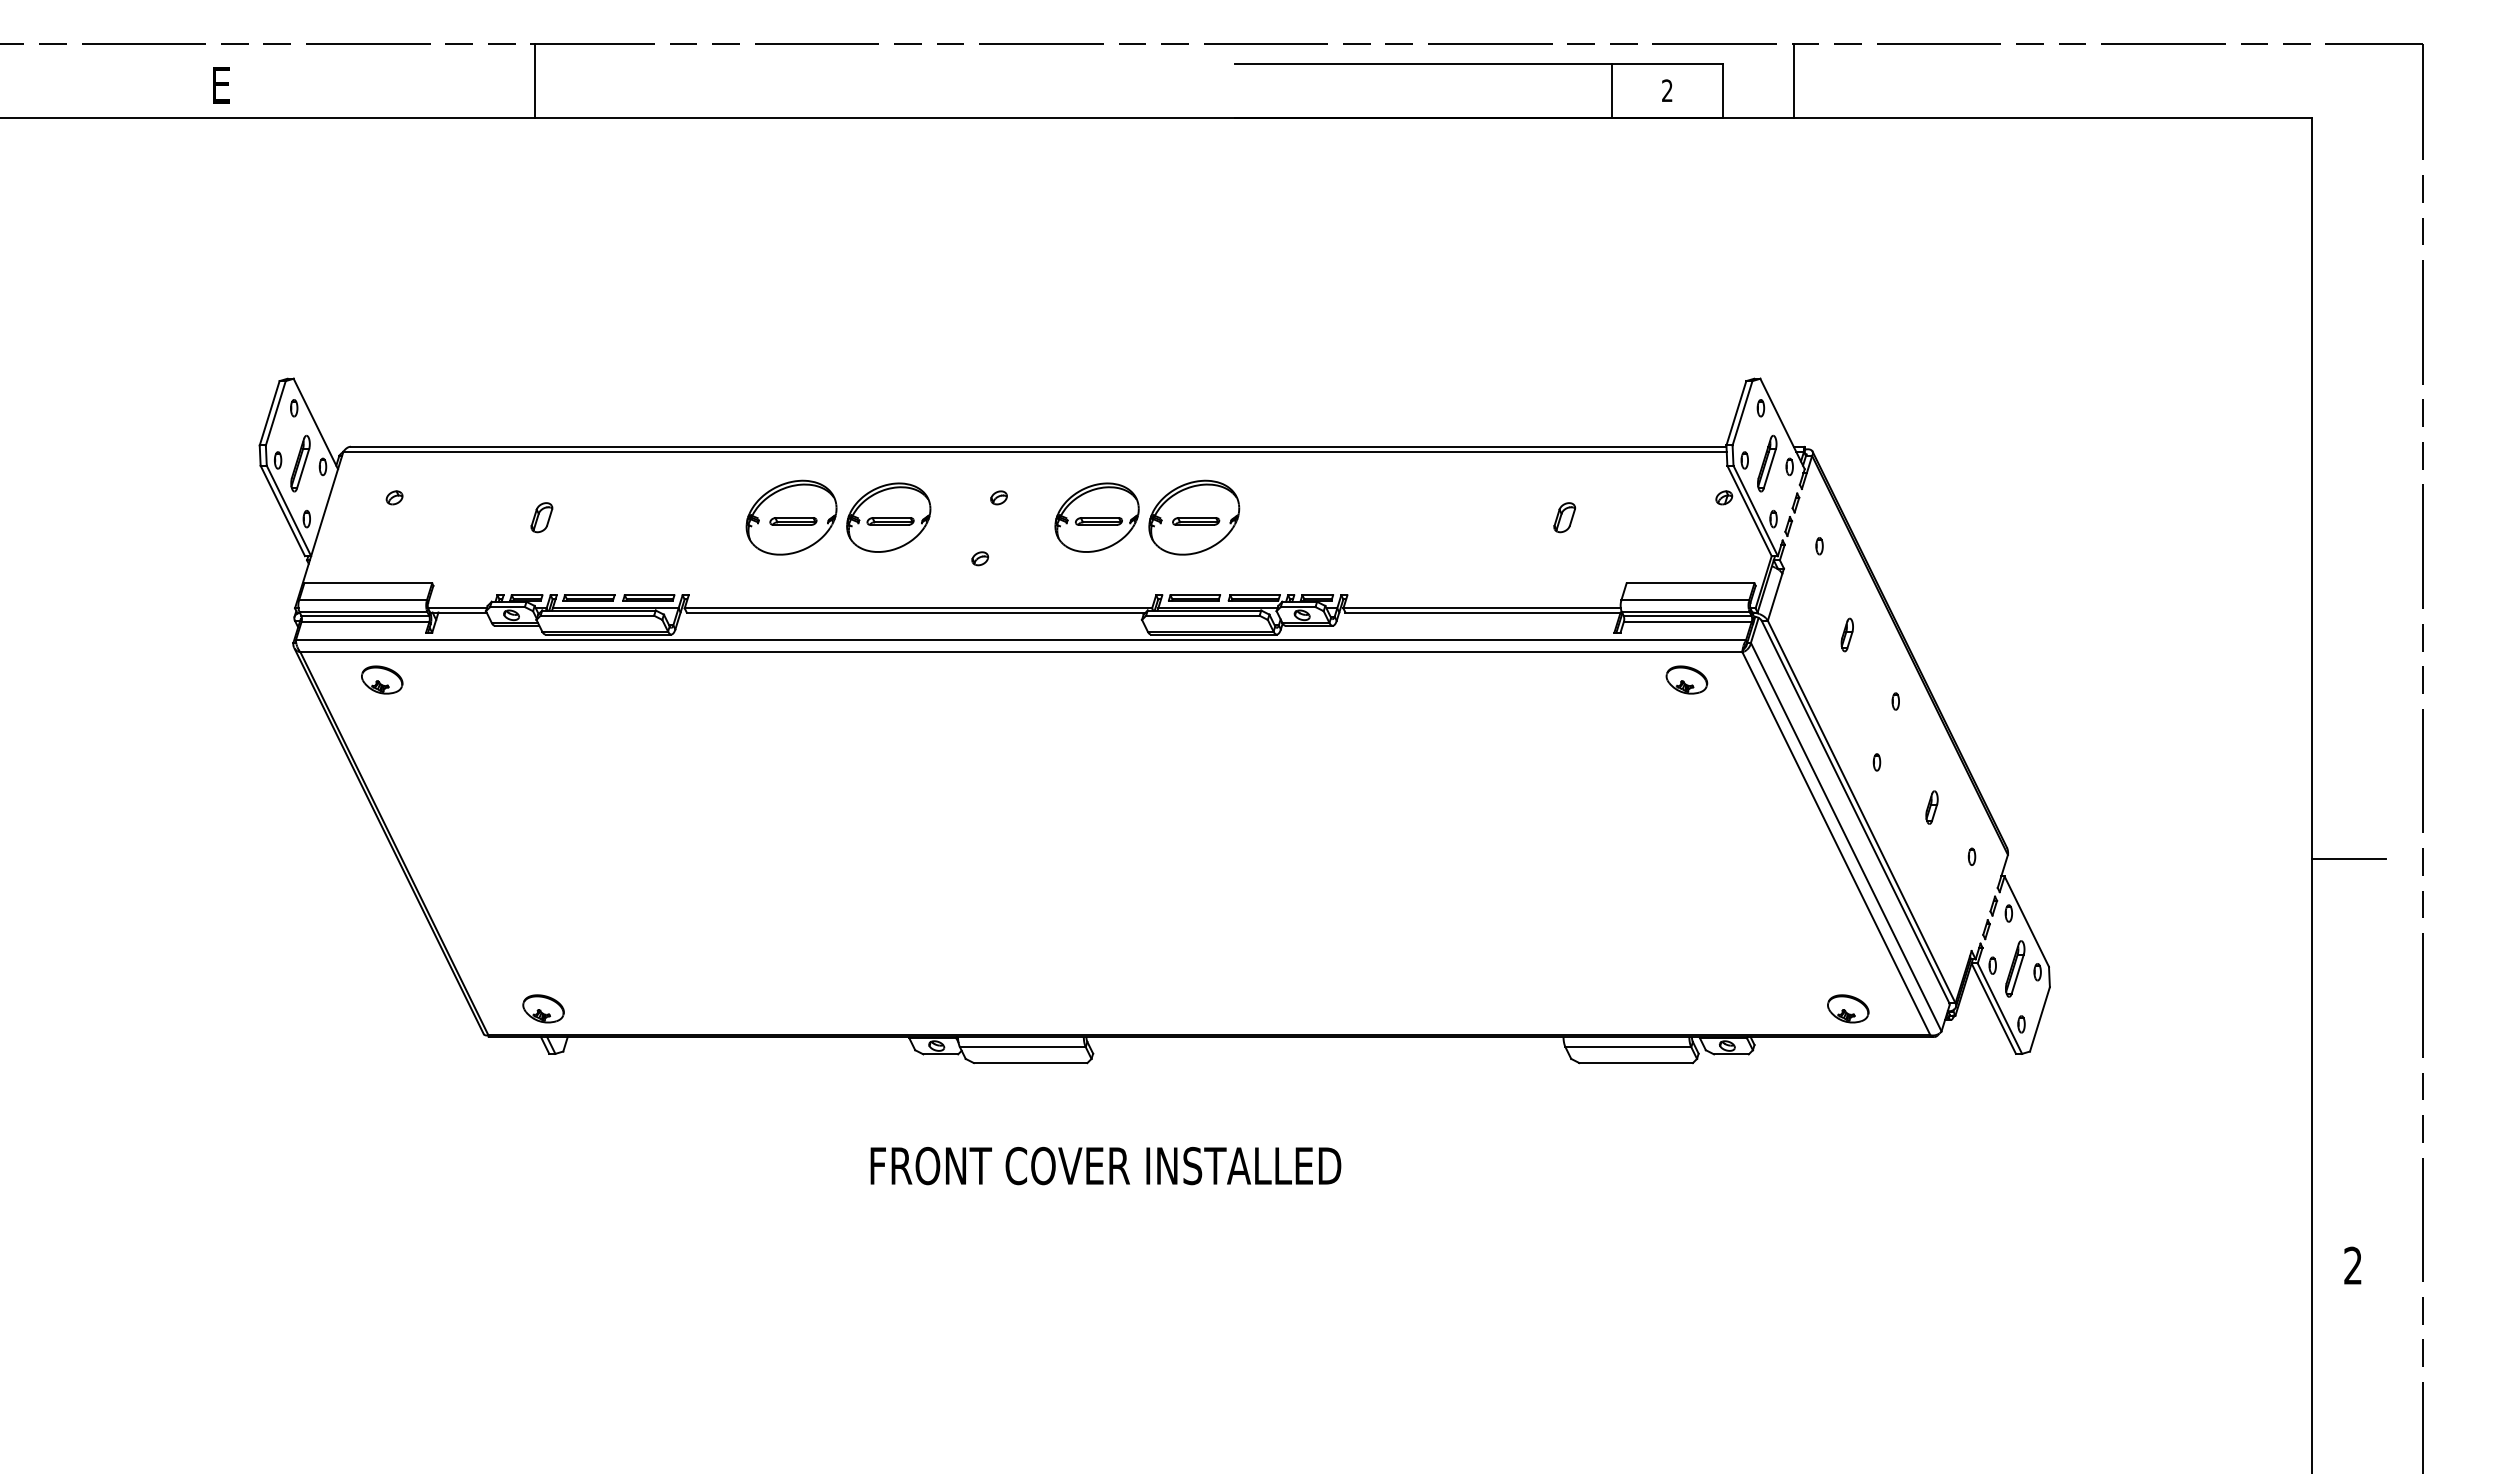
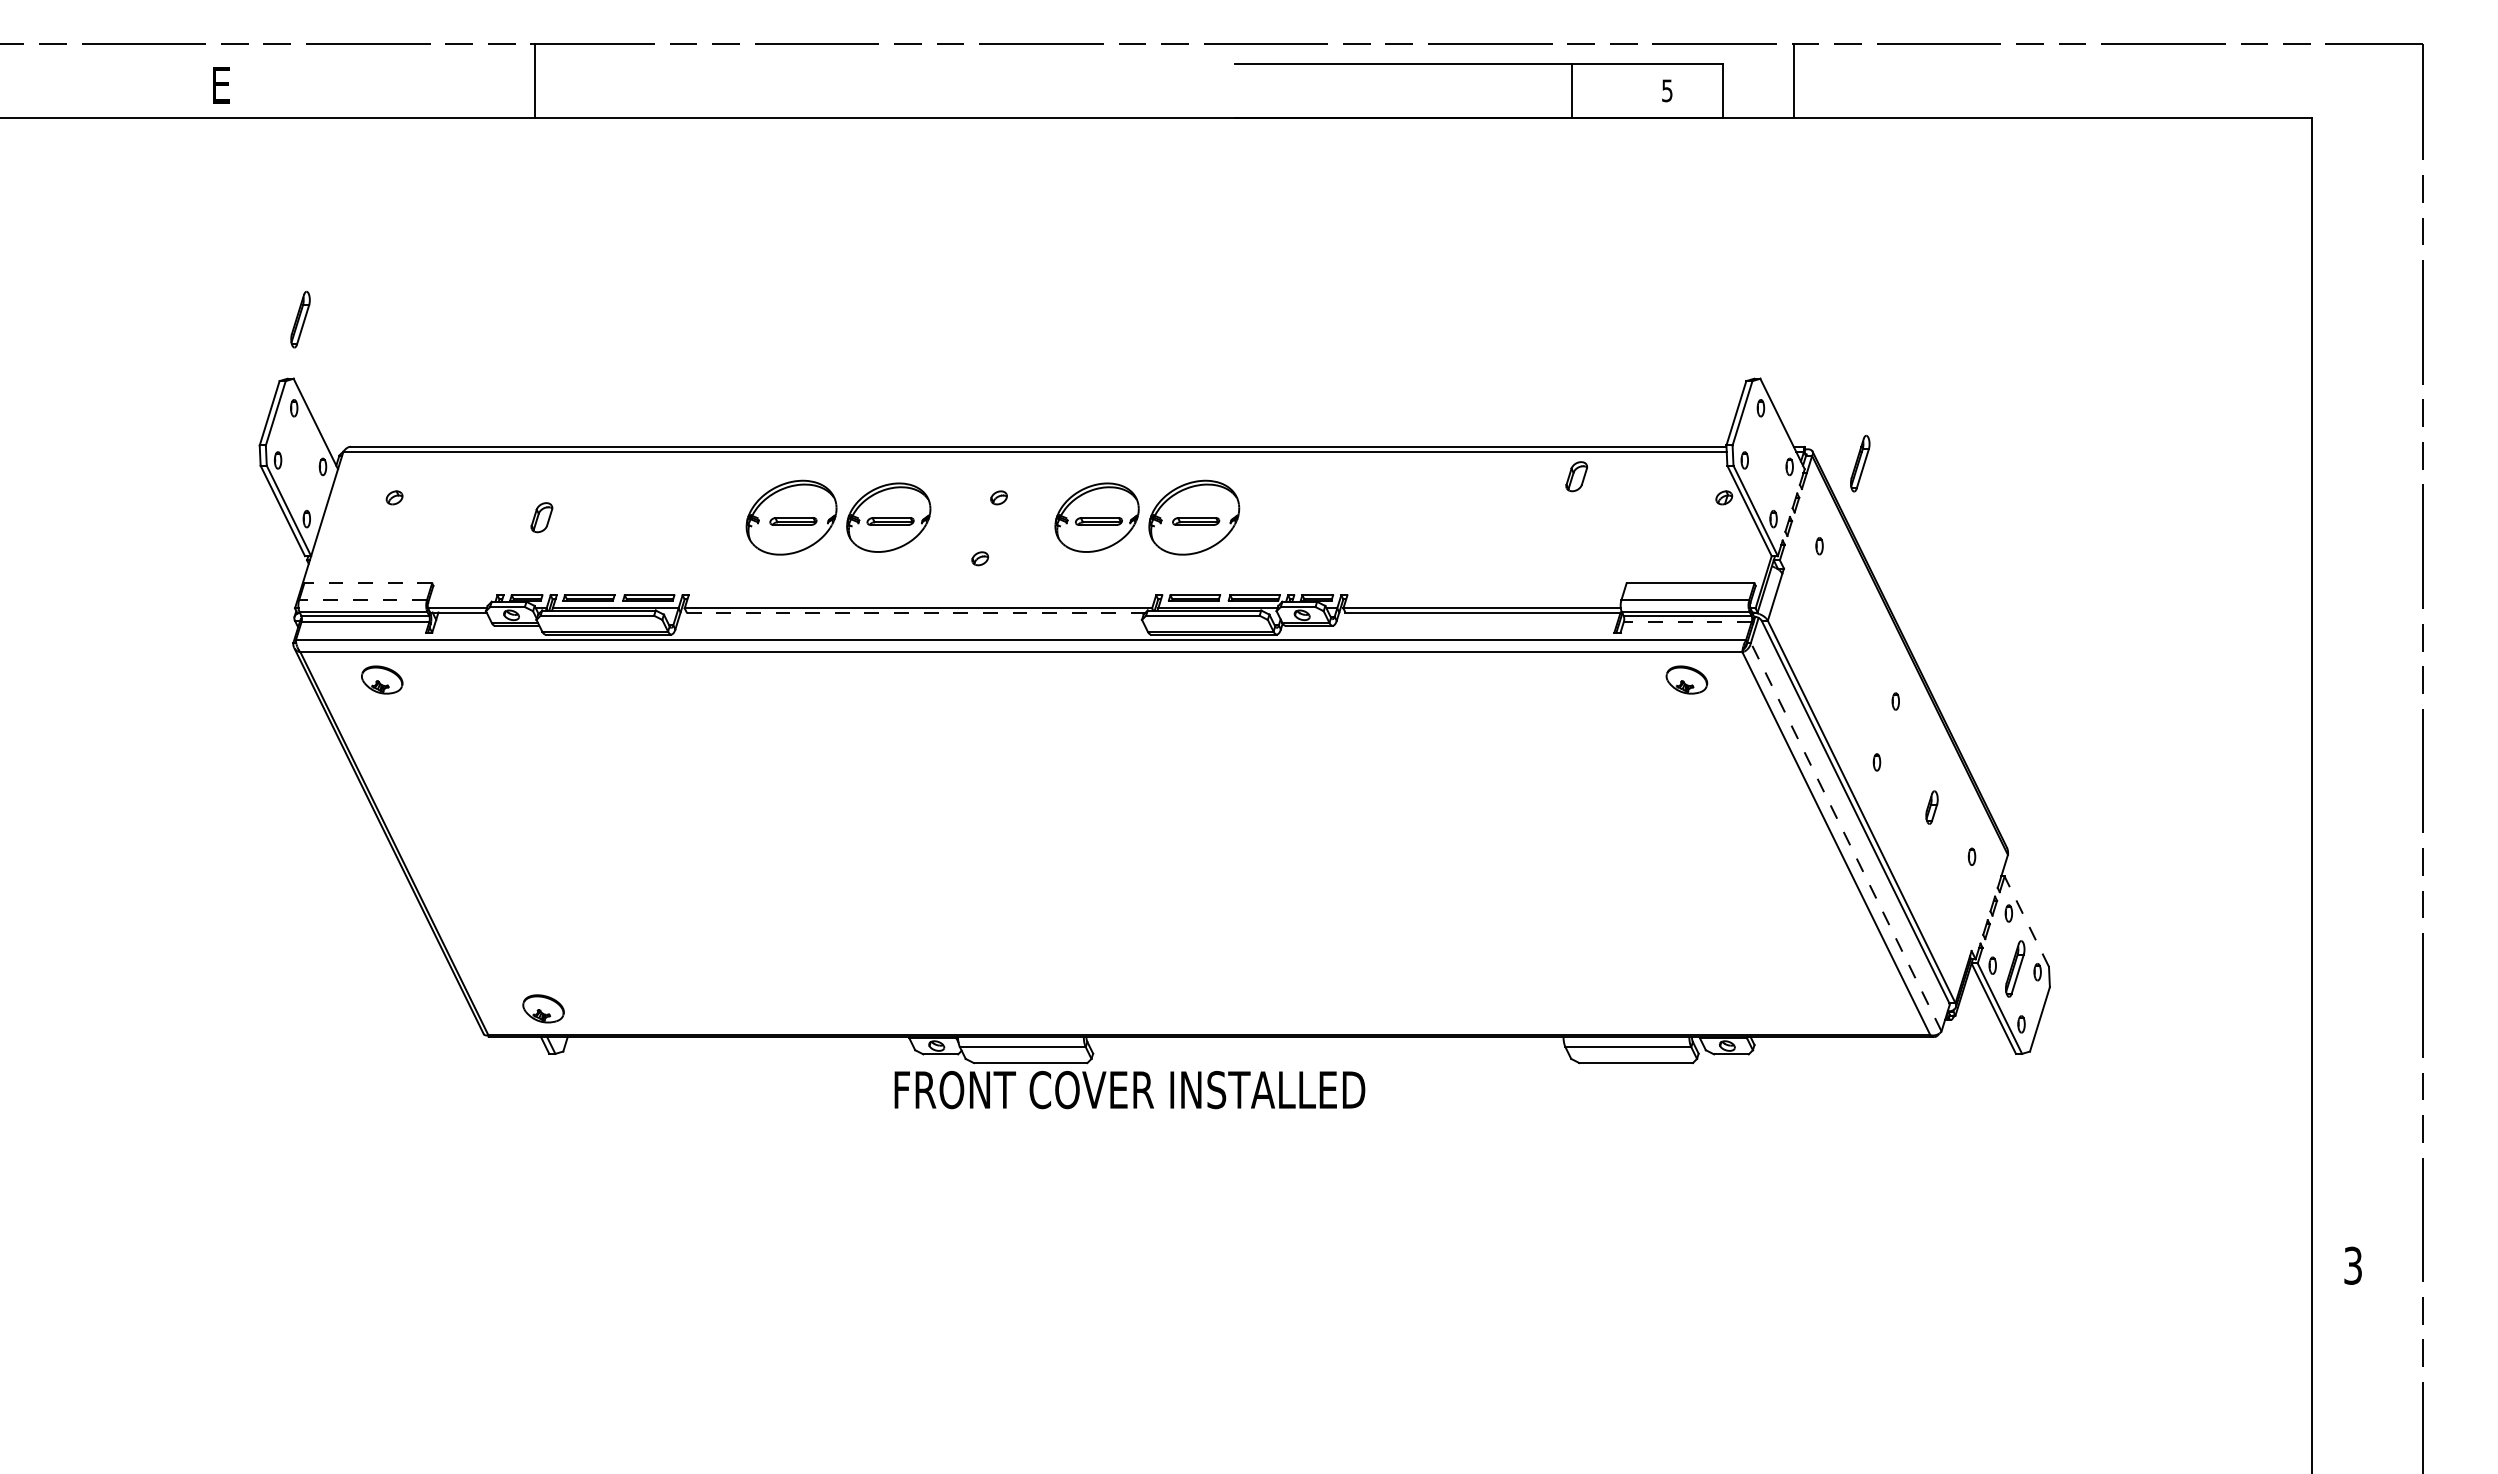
line at (1612, 90) position: (1612, 90) -> (1572, 90)
text at (1667, 90): 2 -> 5
part at (300, 463) position: (300, 463) -> (300, 319)
part at (1767, 463) position: (1767, 463) -> (1860, 463)
part at (1564, 517) position: (1564, 517) -> (1576, 476)
line at (368, 583): solid -> dashed
line at (363, 600): solid -> dashed
line at (916, 612): solid -> dashed
line at (1687, 621): solid -> dashed
part at (1846, 634): present -> none
line at (1846, 836): solid -> dashed
line at (2349, 858): present -> none
line at (2026, 921): solid -> dashed
part at (1848, 1008): present -> none
text at (1105, 1165) position: (1105, 1165) -> (1129, 1089)
text at (2352, 1265): 2 -> 3
